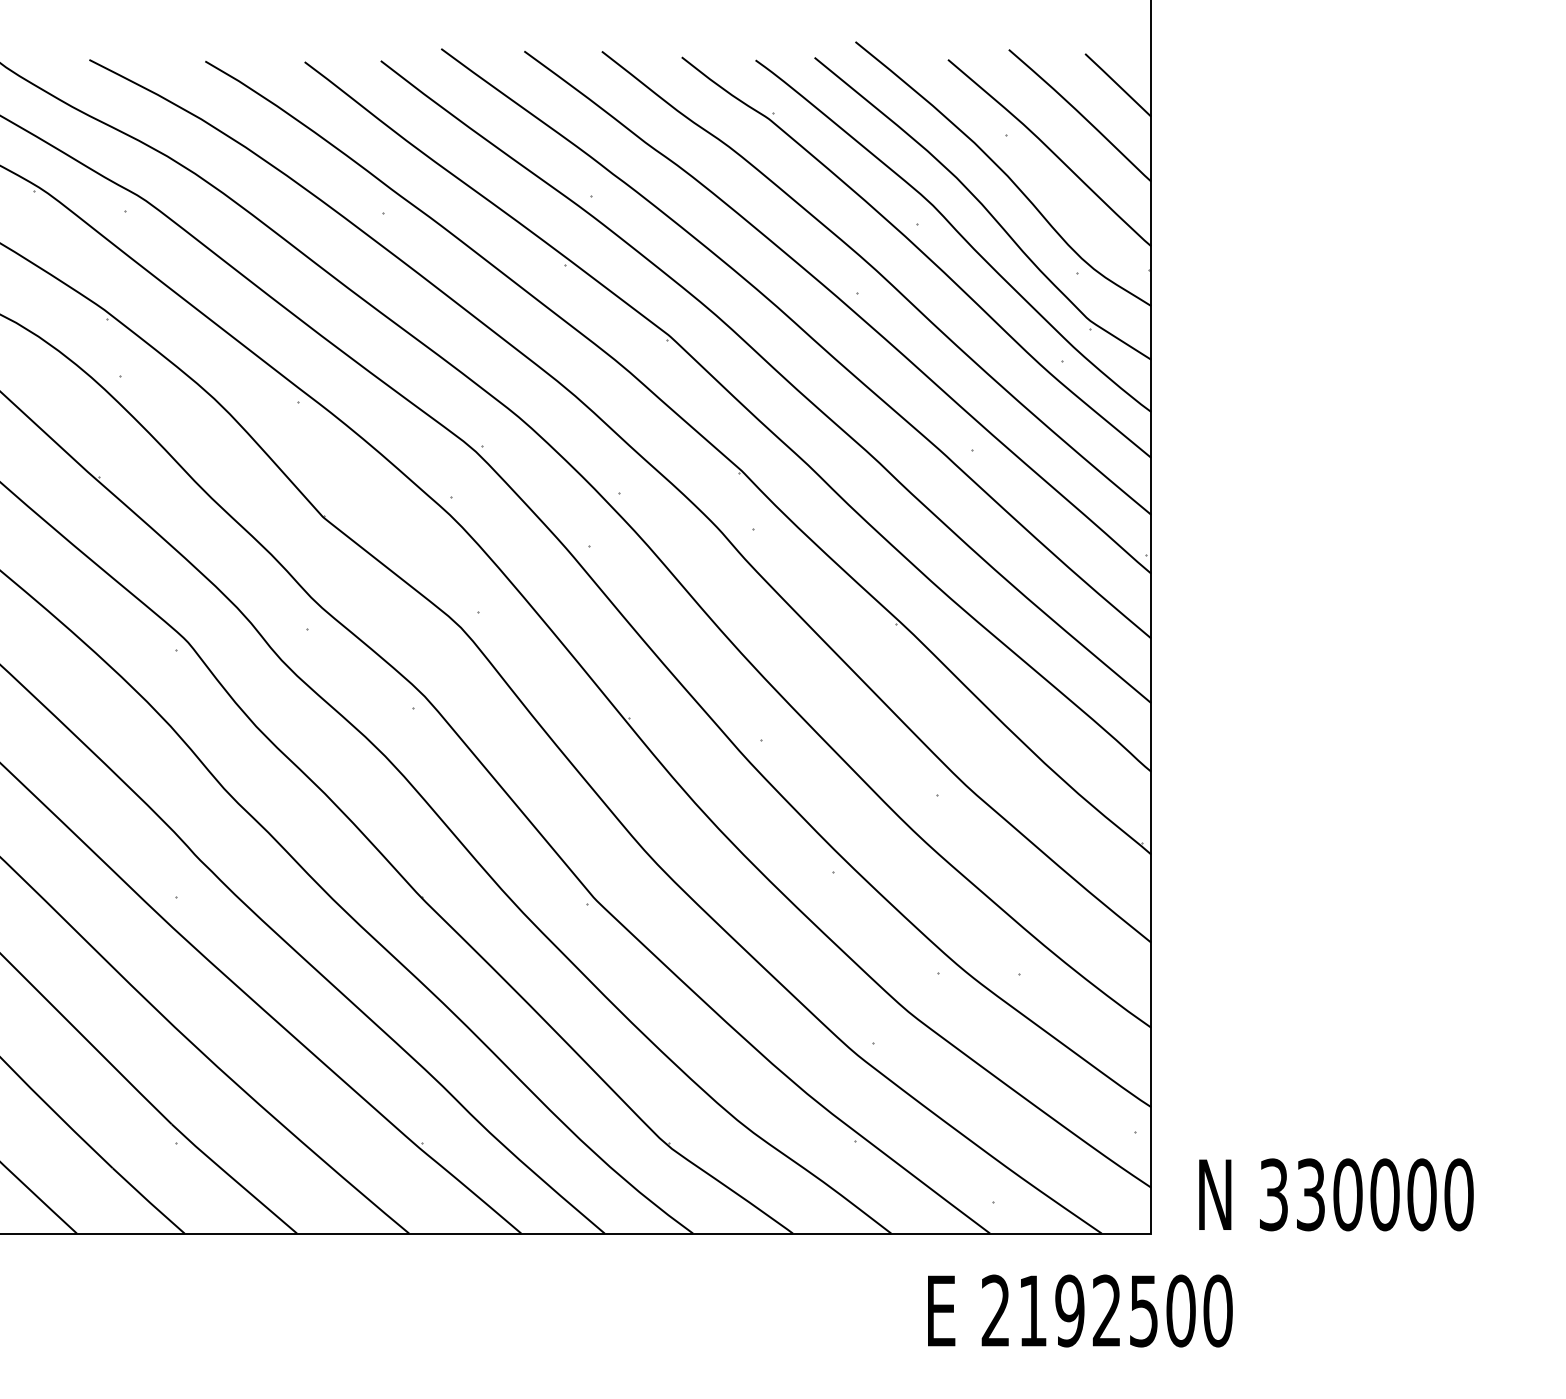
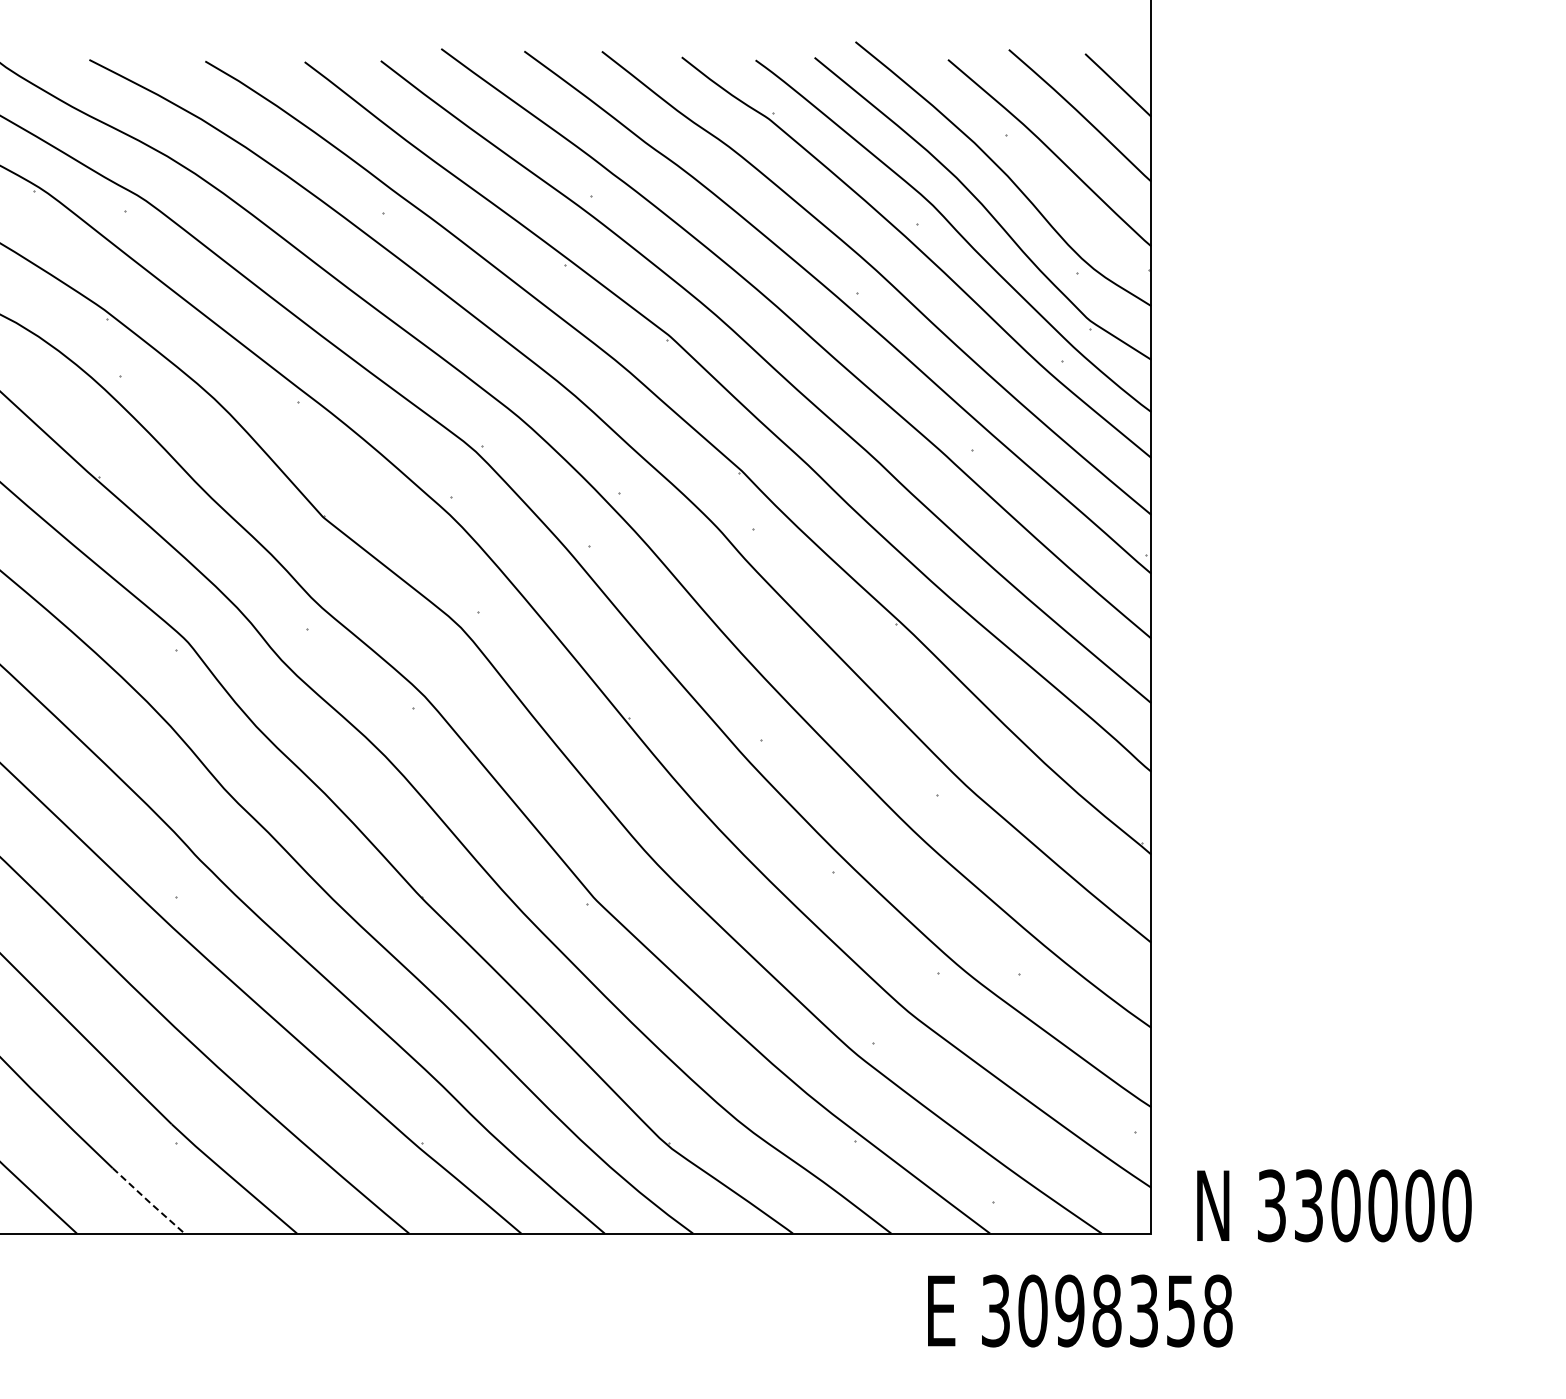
text at (1336, 1194) position: (1336, 1194) -> (1334, 1205)
line at (149, 1202): solid -> dashed
text at (1106, 1310): 2192500 -> 3098358
